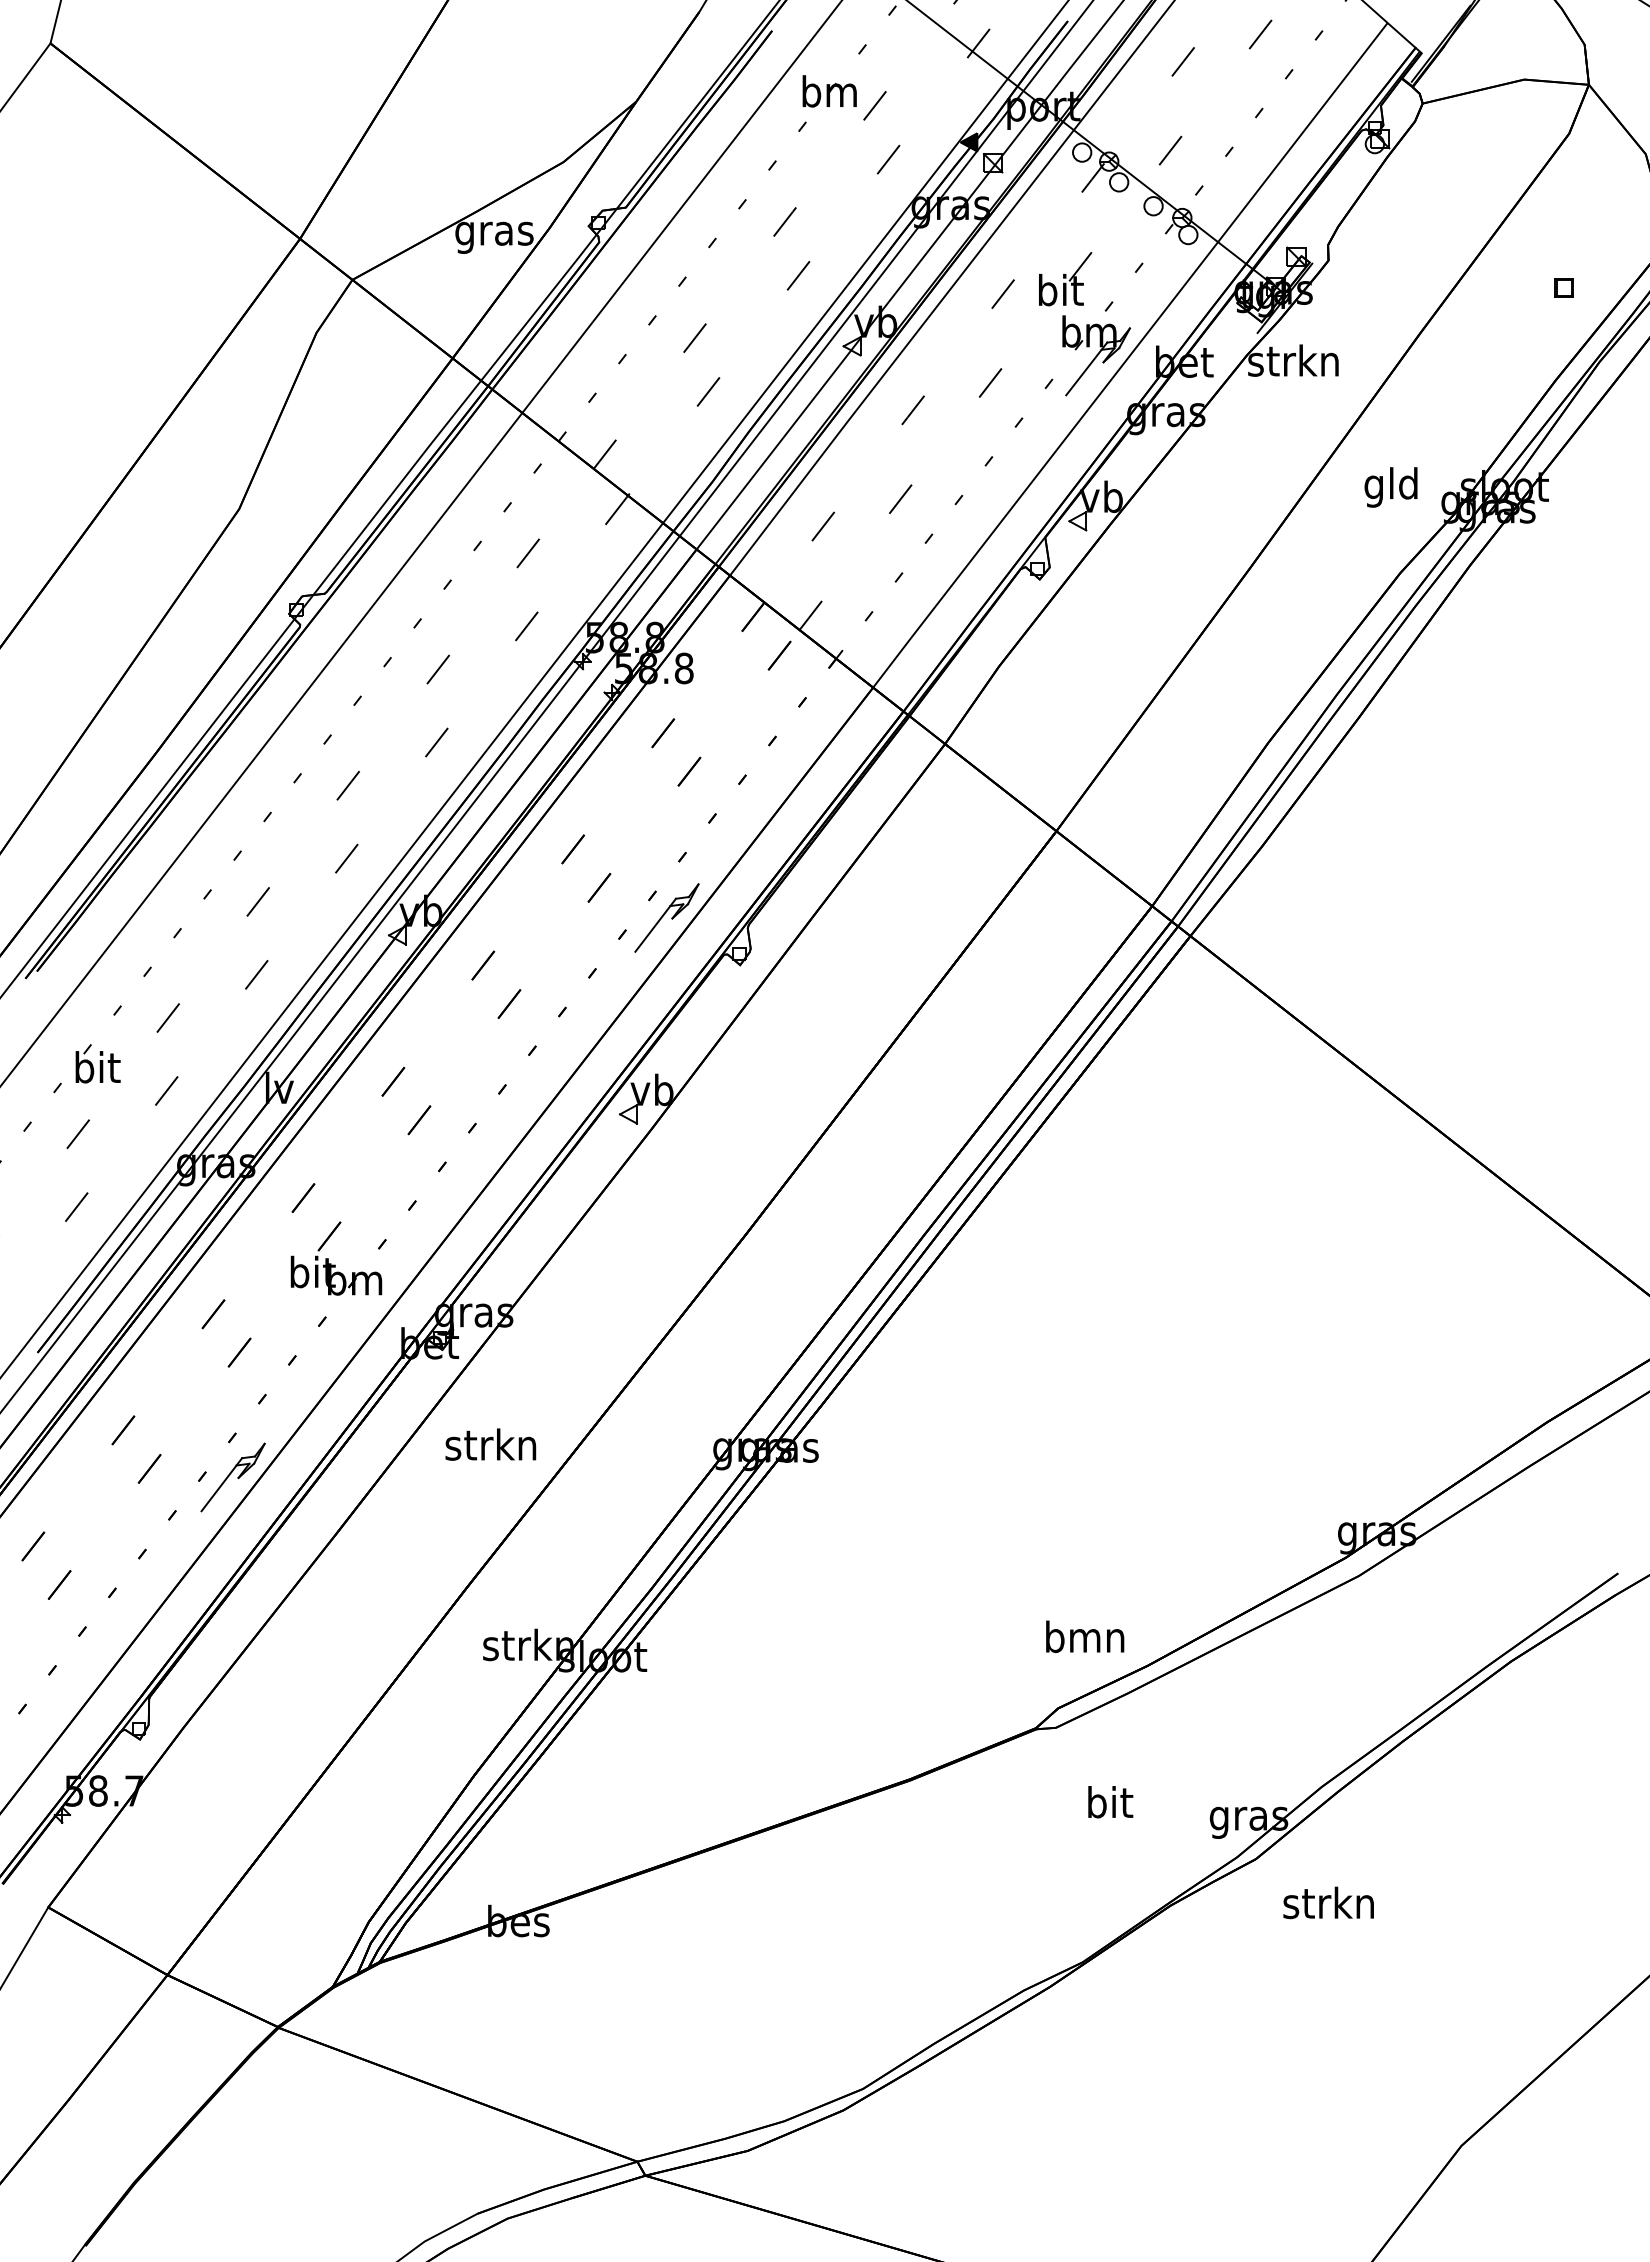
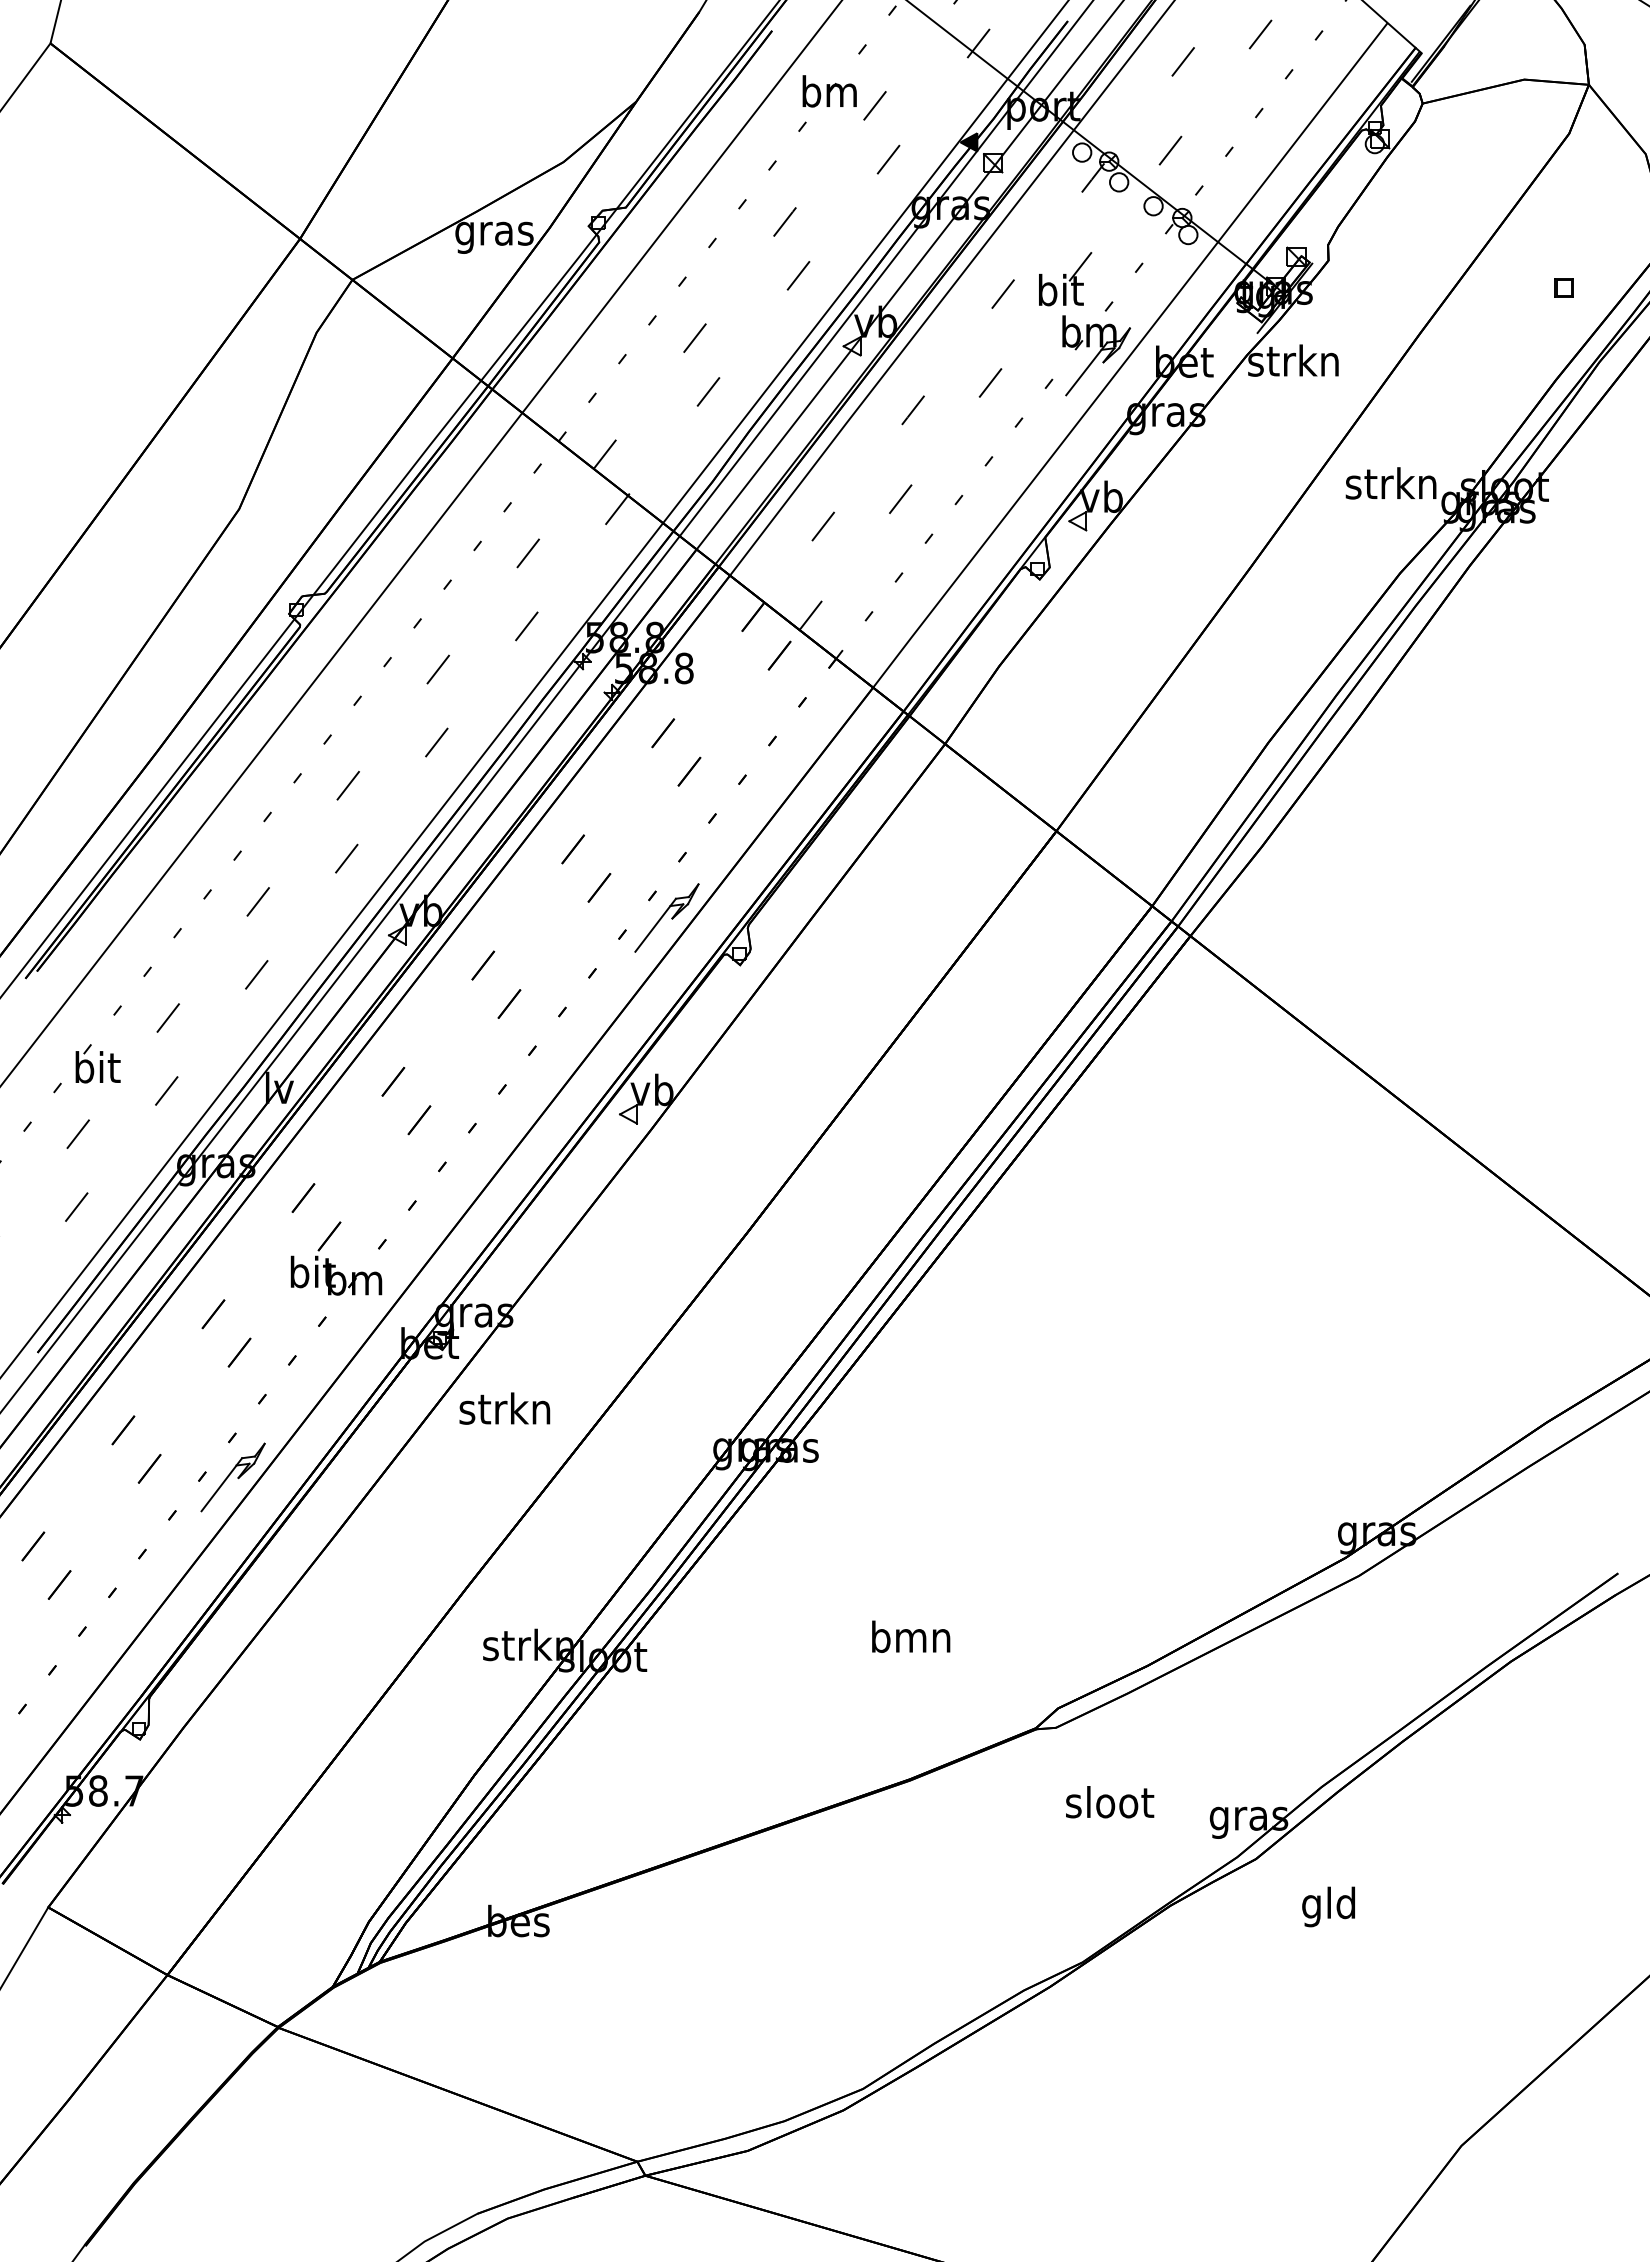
text at (1390, 487): gld -> strkn
text at (490, 1444) position: (490, 1444) -> (504, 1408)
text at (1085, 1636) position: (1085, 1636) -> (911, 1636)
text at (1110, 1802): bit -> sloot
text at (1328, 1906): strkn -> gld
